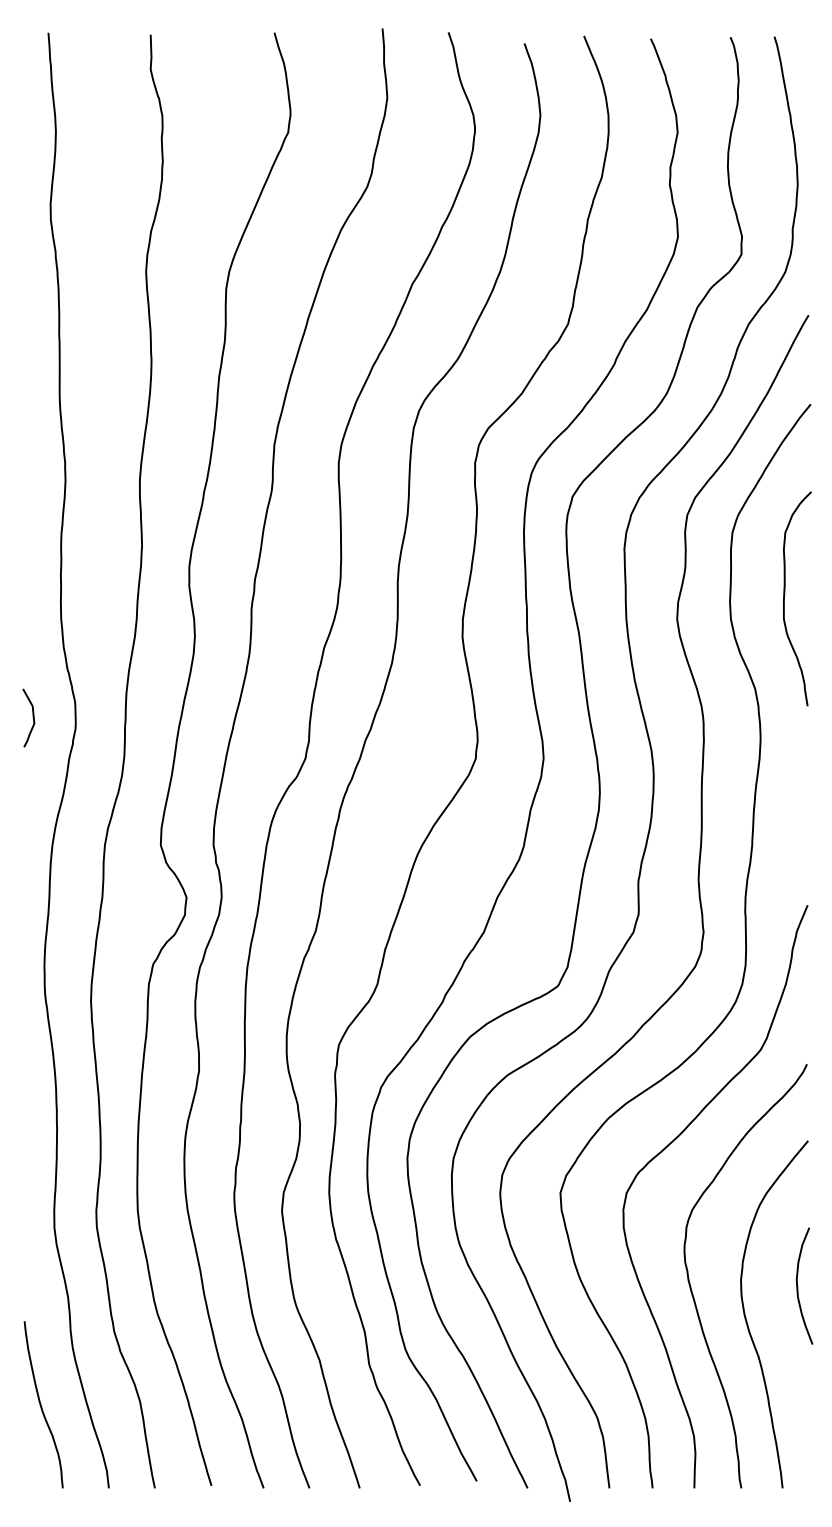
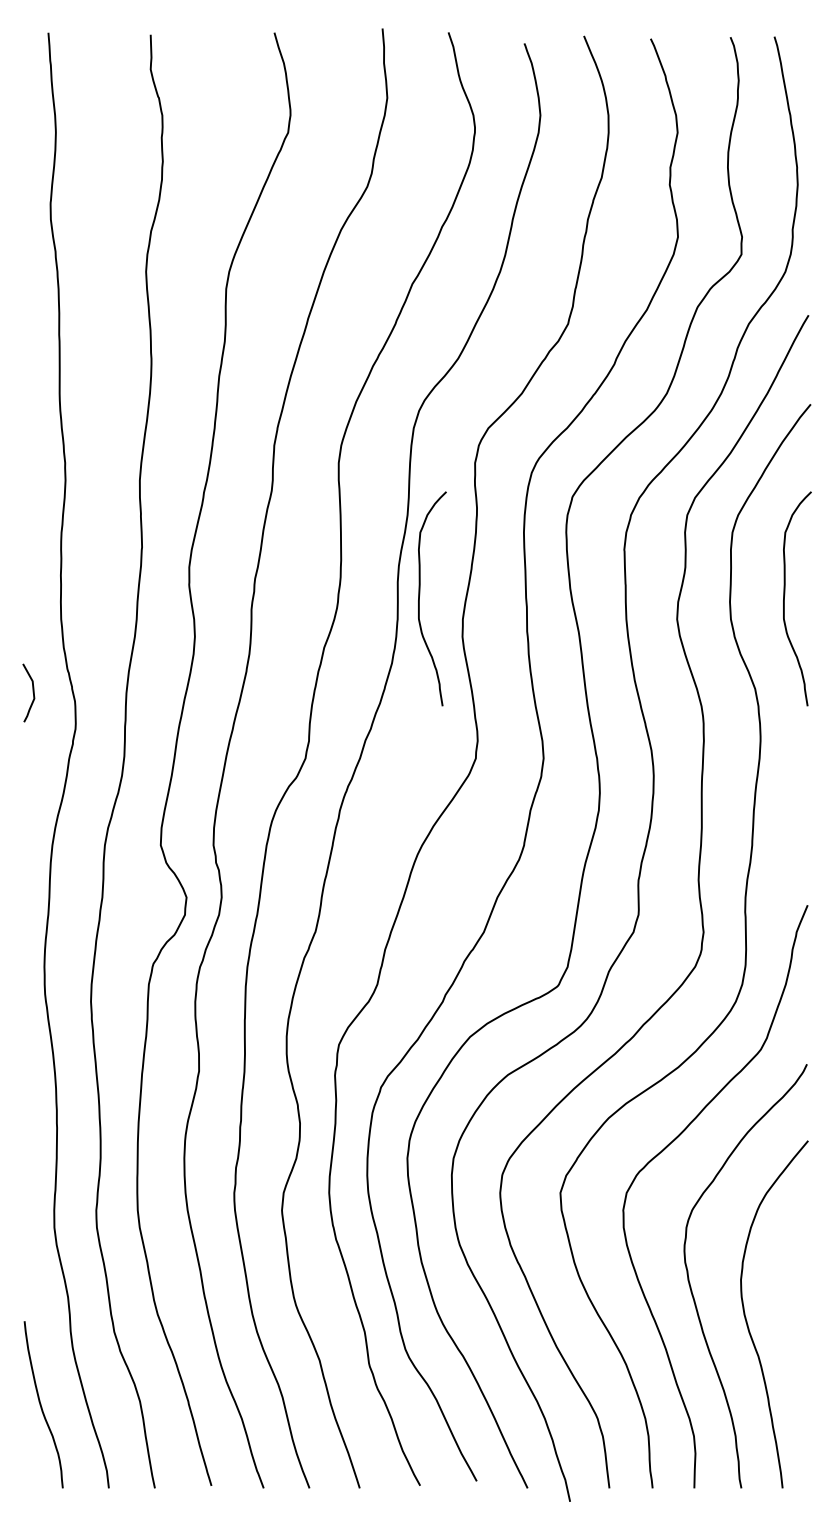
curve at (420, 595): none -> present
curve at (32, 717) position: (32, 717) -> (32, 692)
curve at (798, 1286): present -> none
